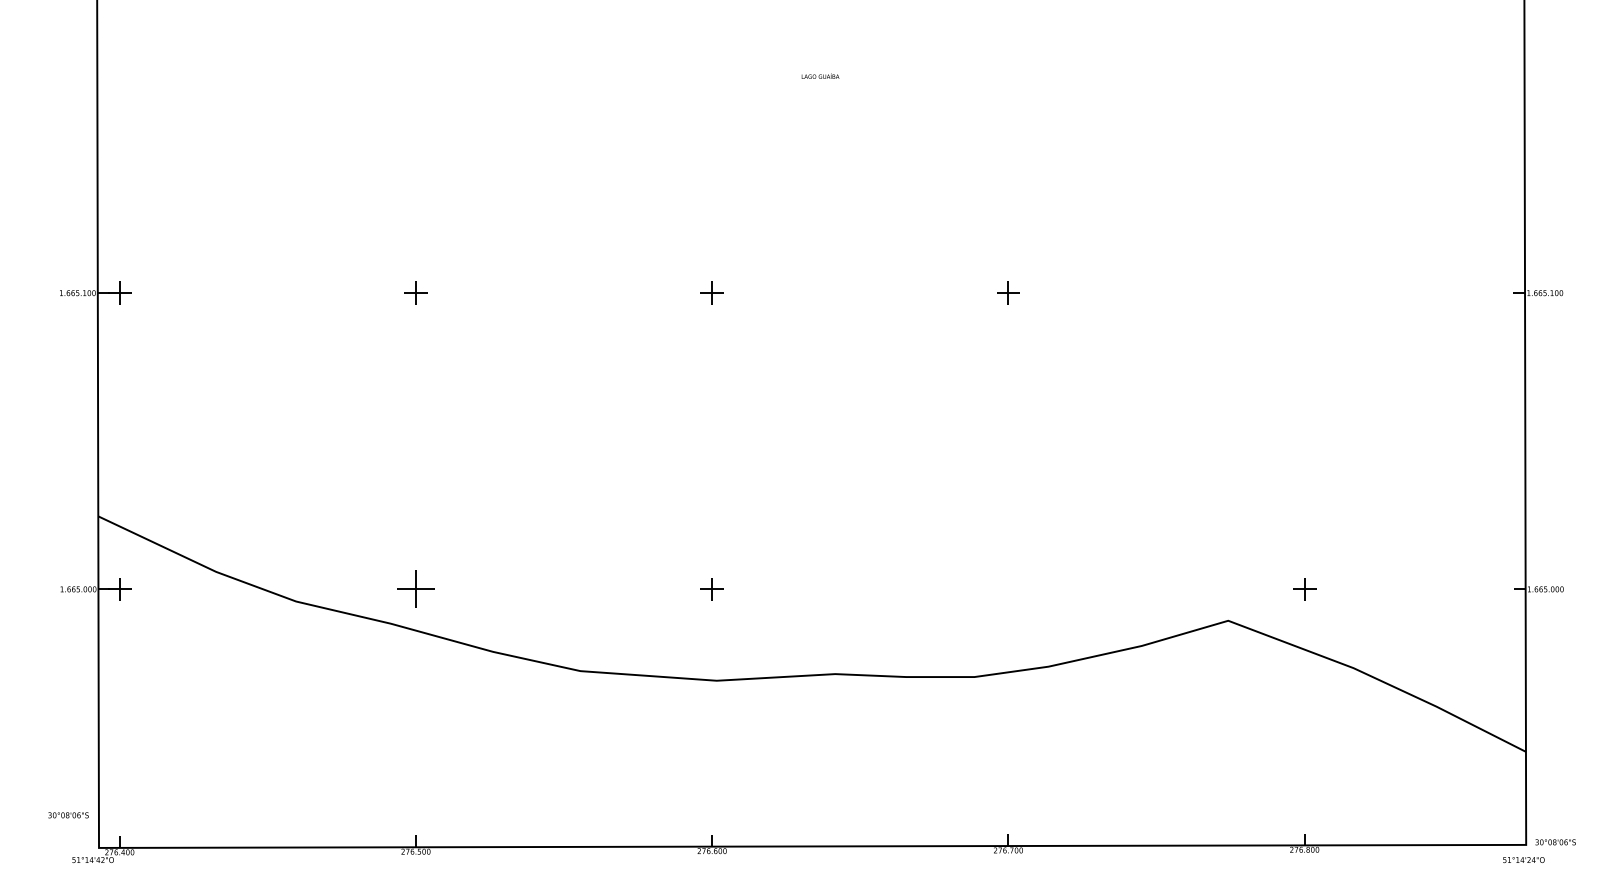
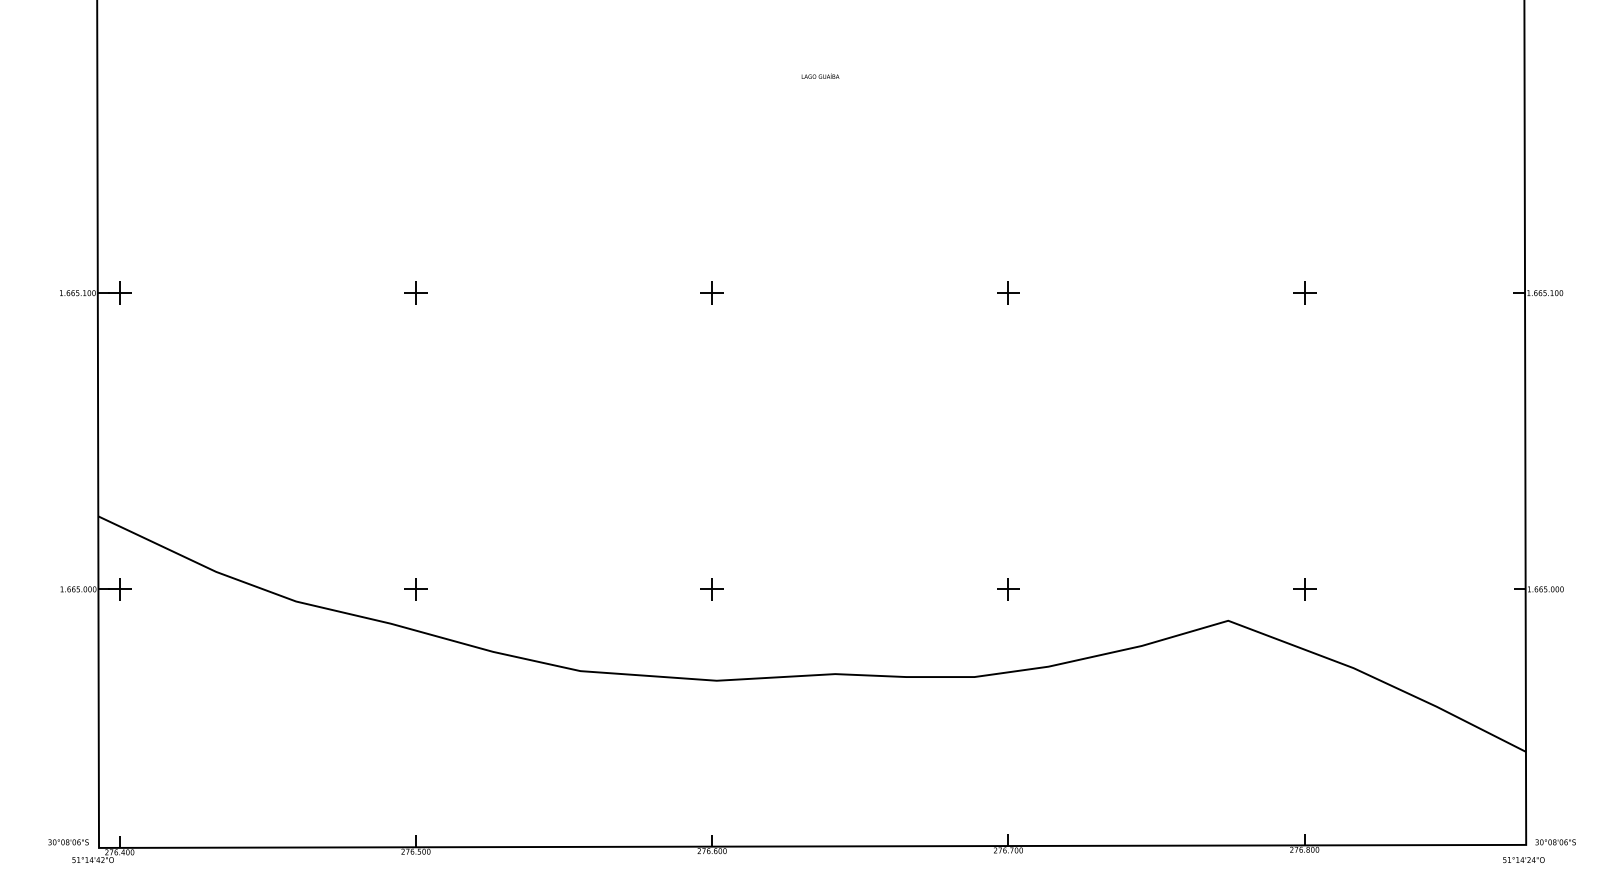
part at (1304, 292): none -> present
part at (415, 588) size: 38x38 px -> 24x23 px
part at (1008, 589): none -> present
text at (68, 815) position: (68, 815) -> (68, 842)
